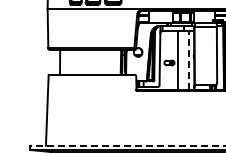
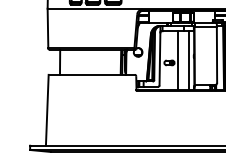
line at (188, 60): dashed -> solid
line at (127, 145): dashed -> solid
